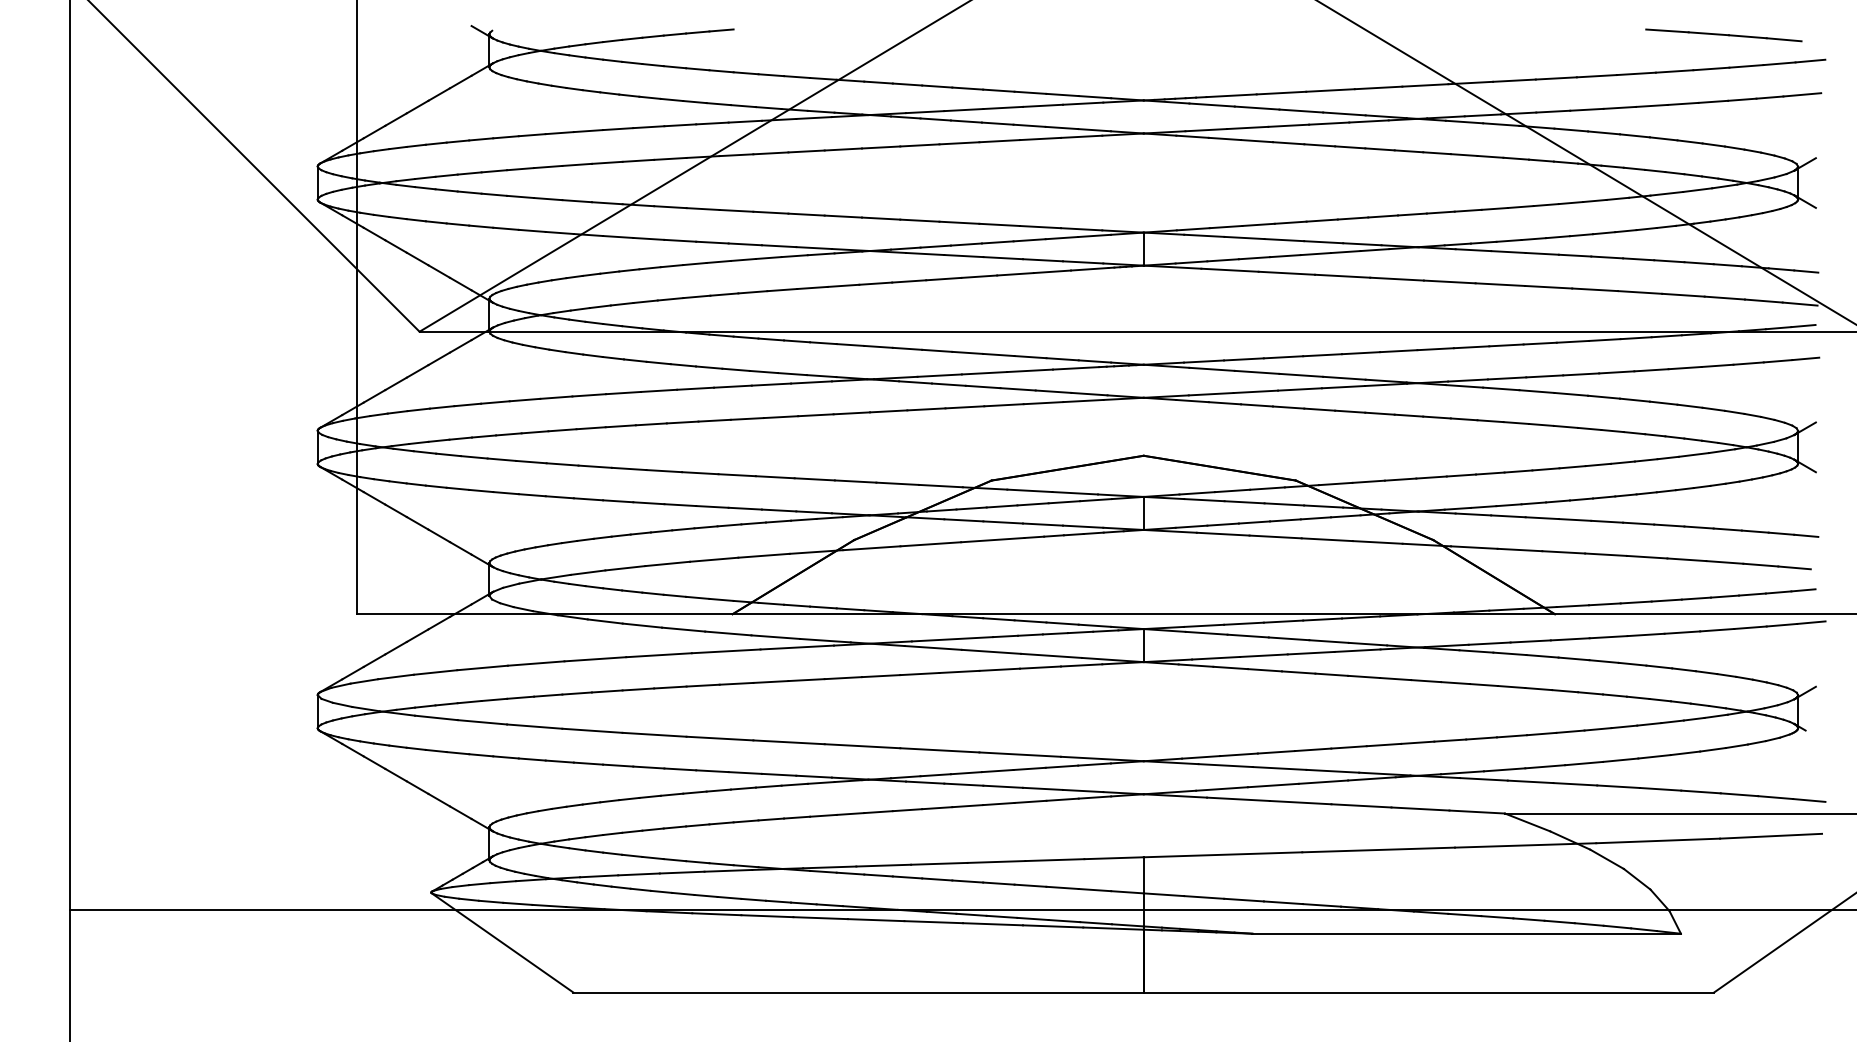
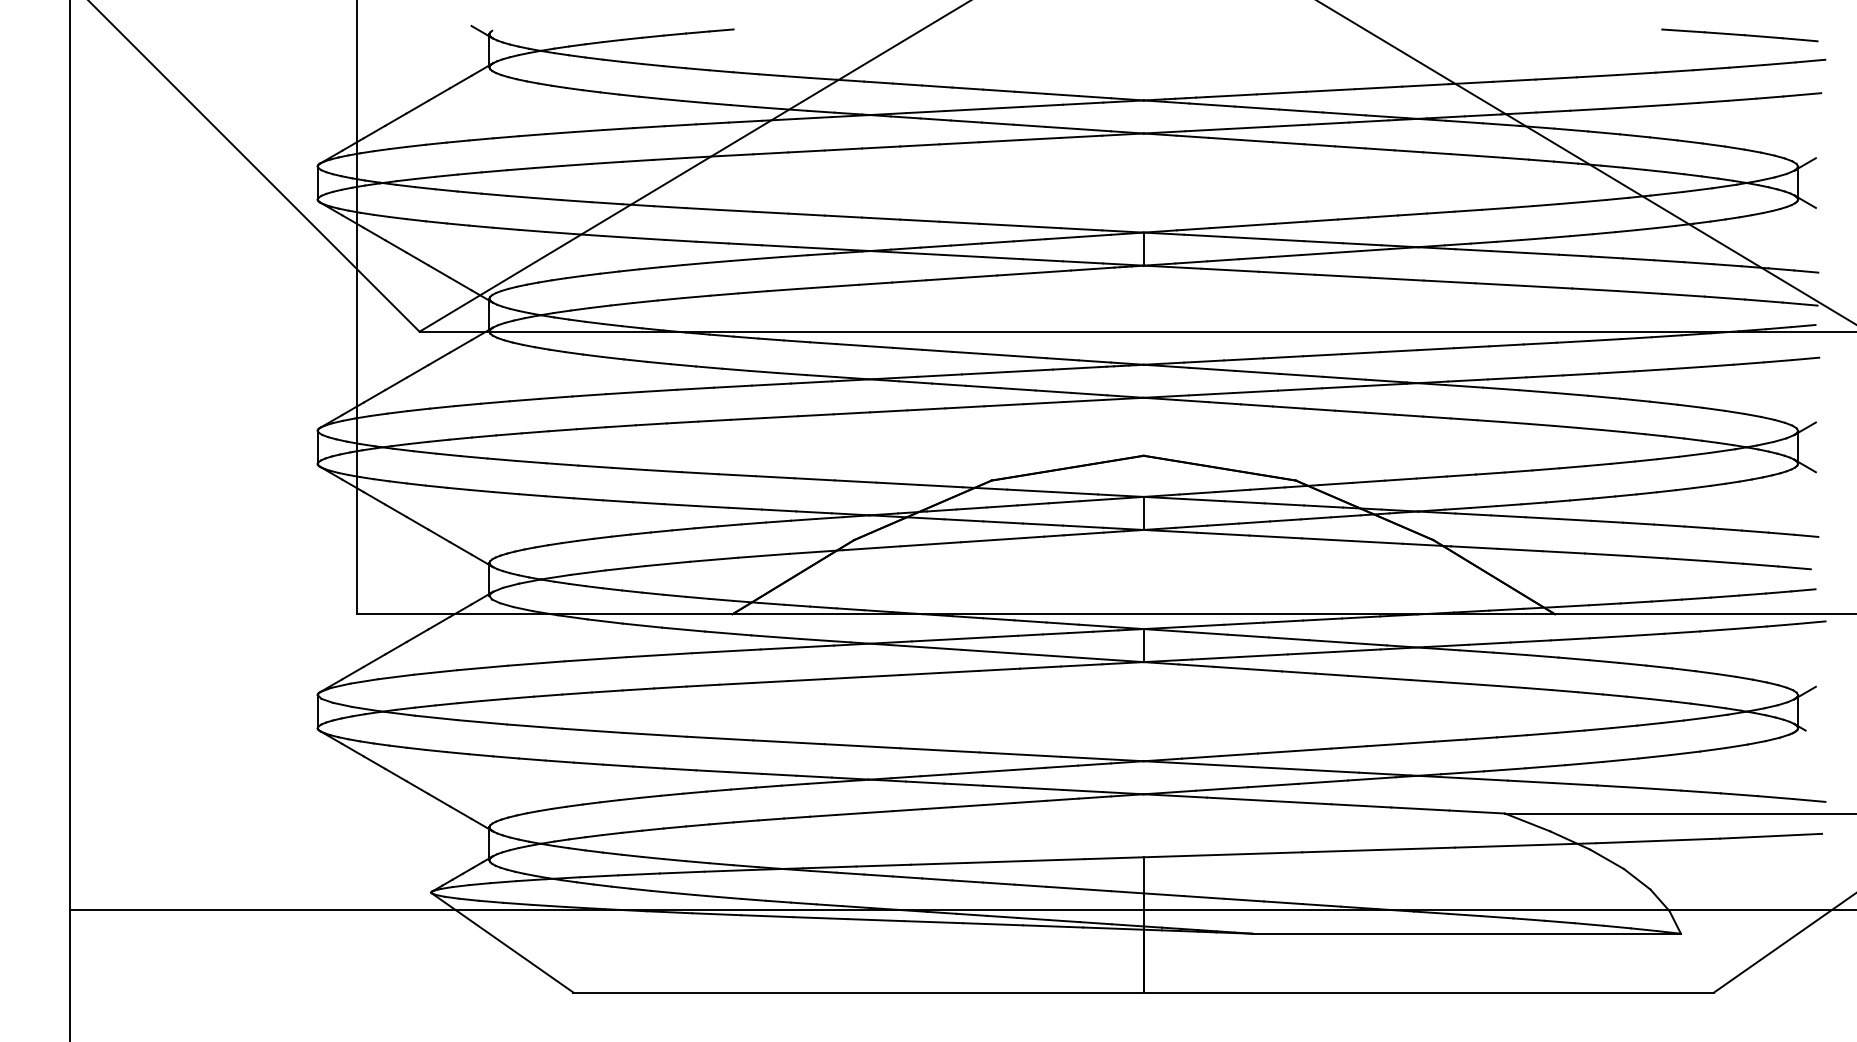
line at (1723, 35) position: (1723, 35) -> (1739, 35)
